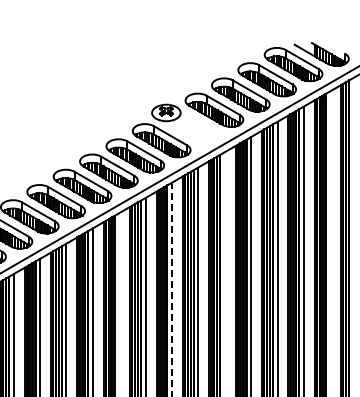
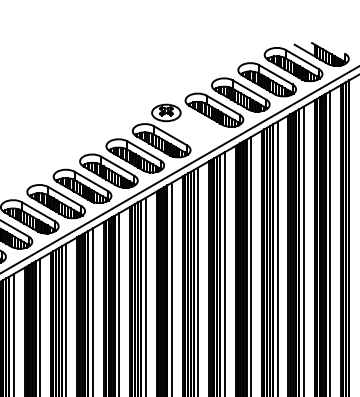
line at (330, 242): none -> present
line at (224, 272): none -> present
line at (171, 289): dashed -> solid
line at (119, 303): none -> present
